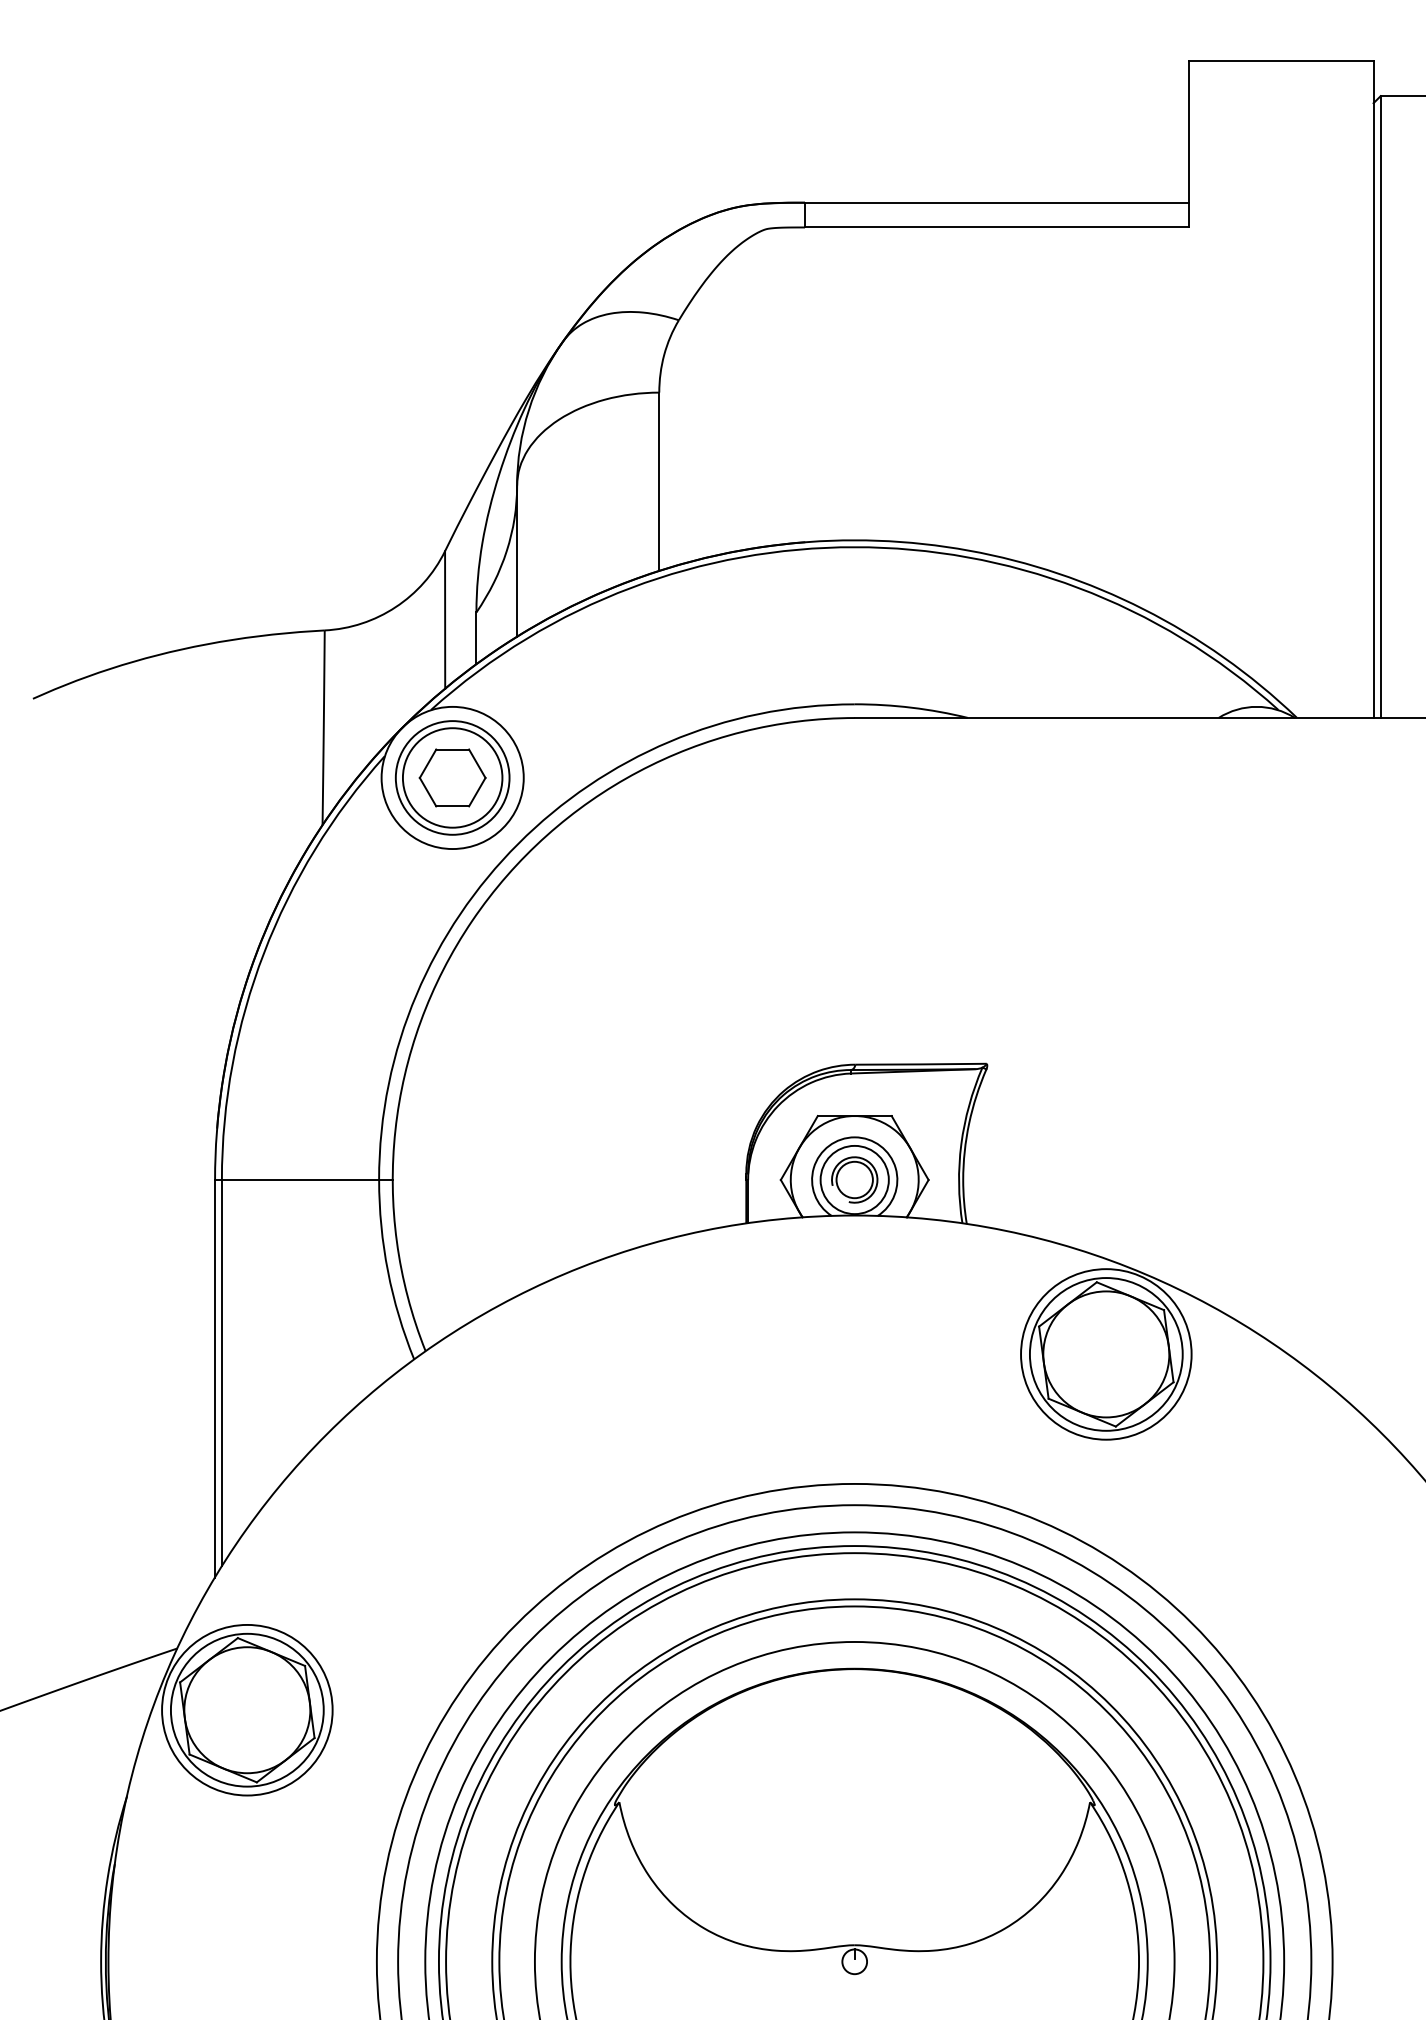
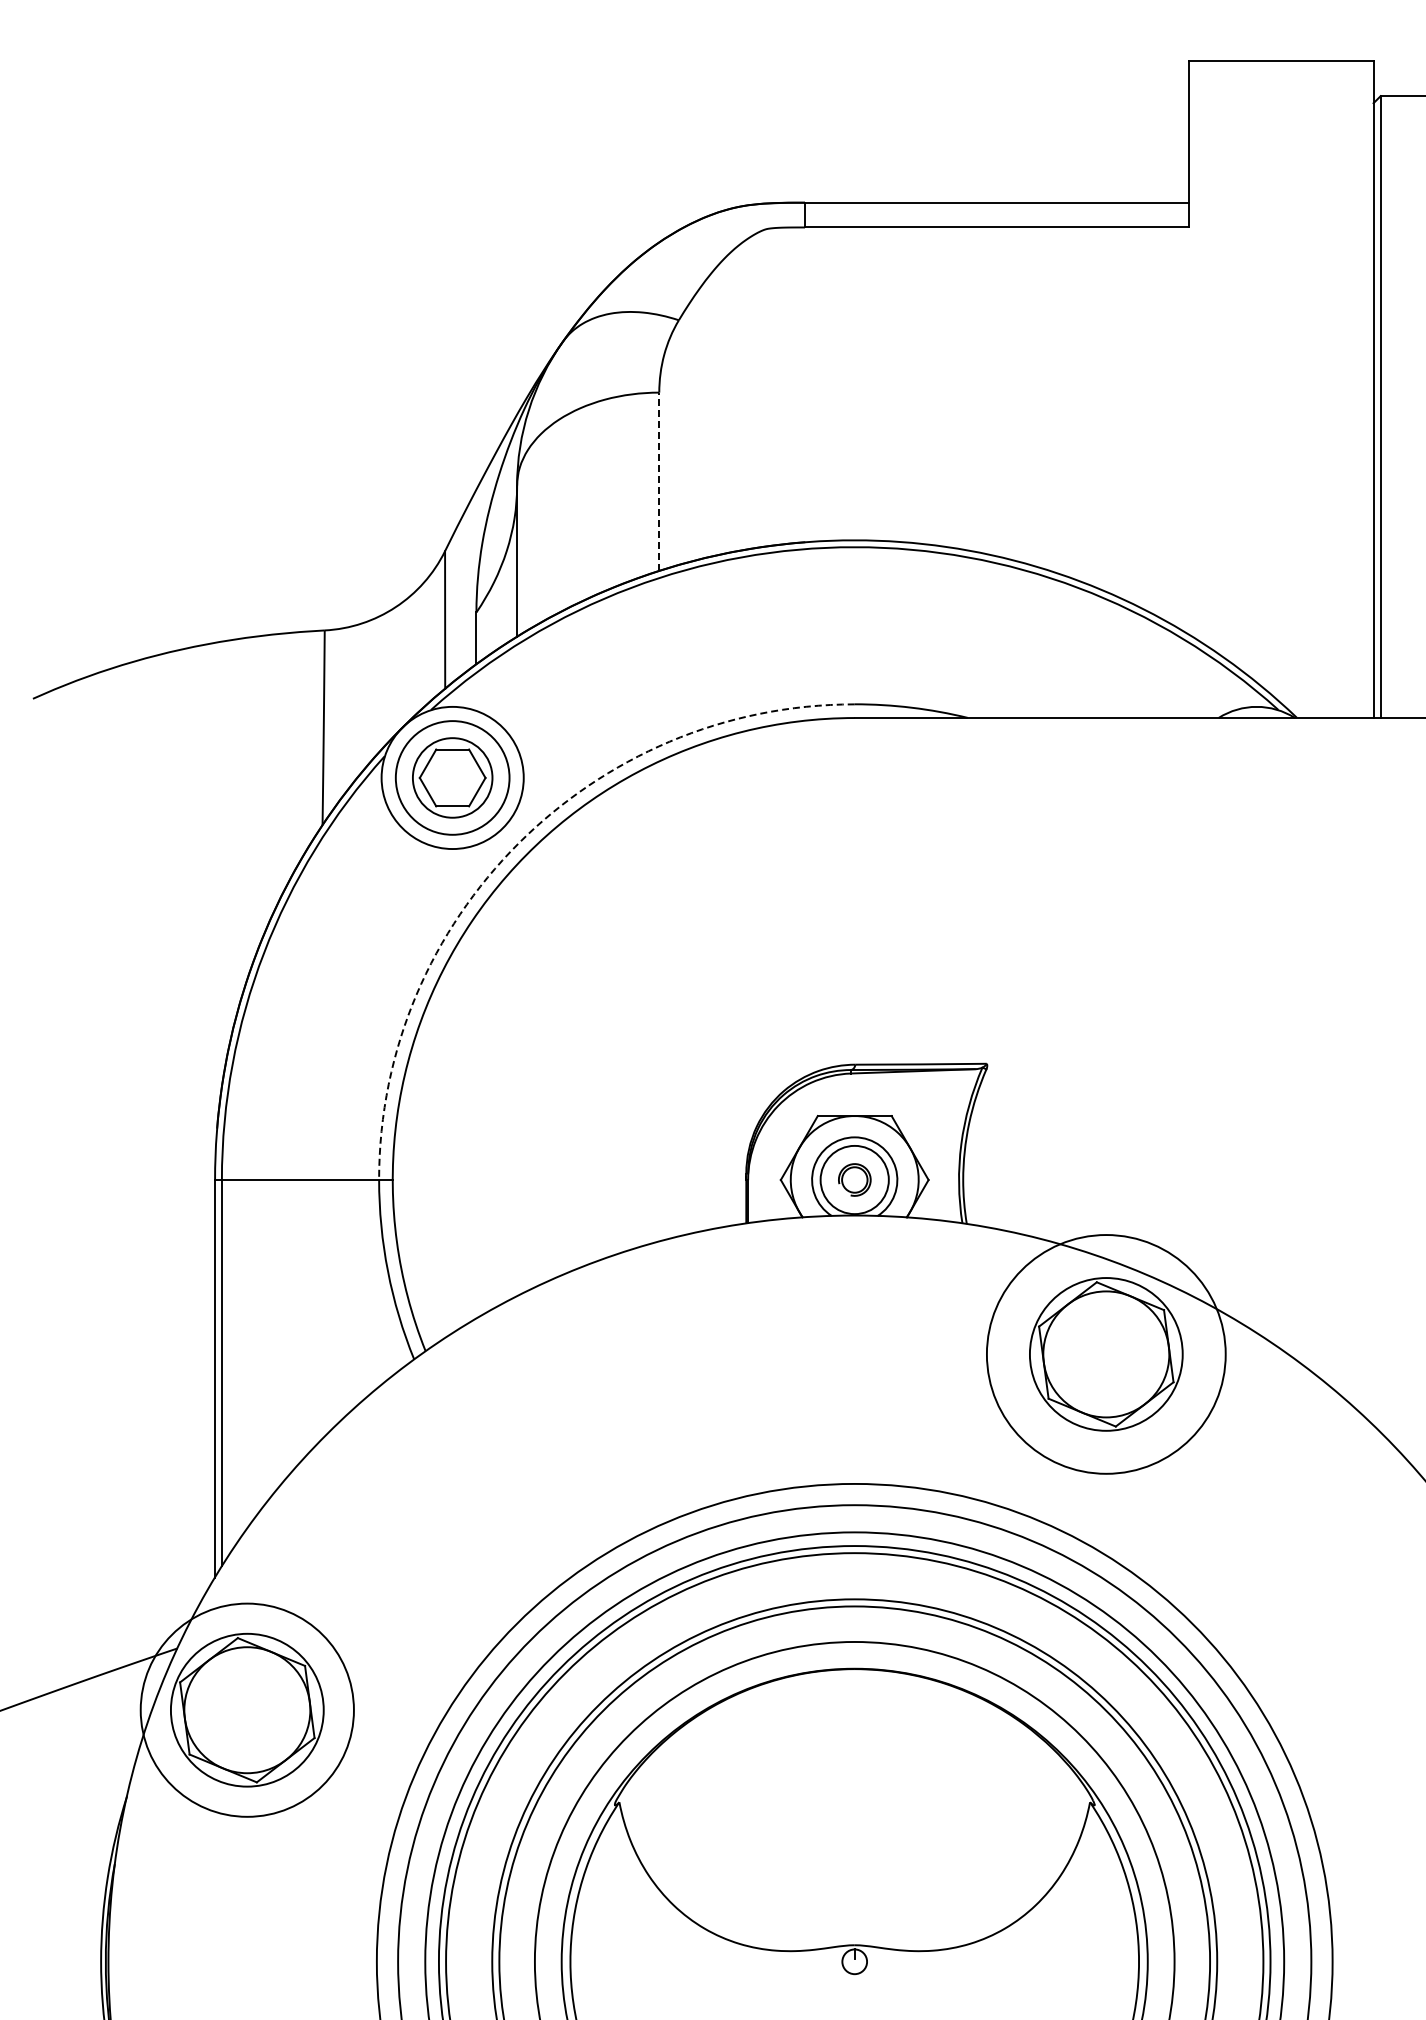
line at (659, 481): solid -> dashed
circle at (452, 777) diameter: 100 px -> 80 px
arc at (518, 843): solid -> dashed
part at (854, 1179) size: 48x48 px -> 34x34 px
circle at (1106, 1354) diameter: 171 px -> 239 px
circle at (247, 1709) diameter: 171 px -> 213 px
